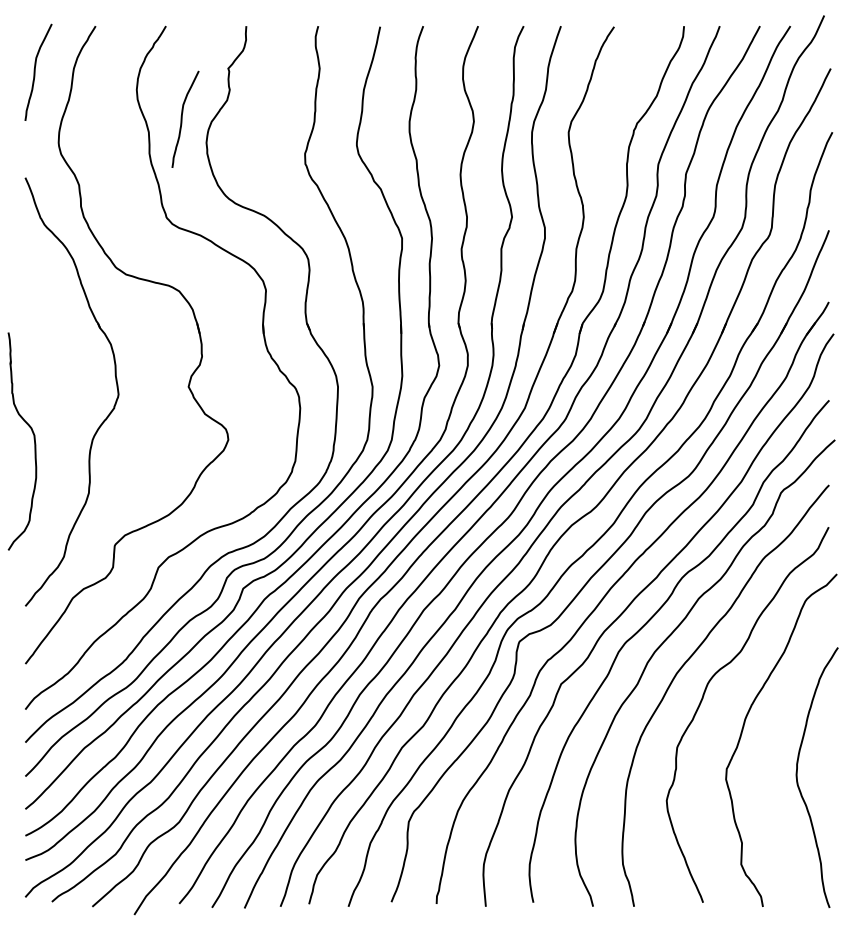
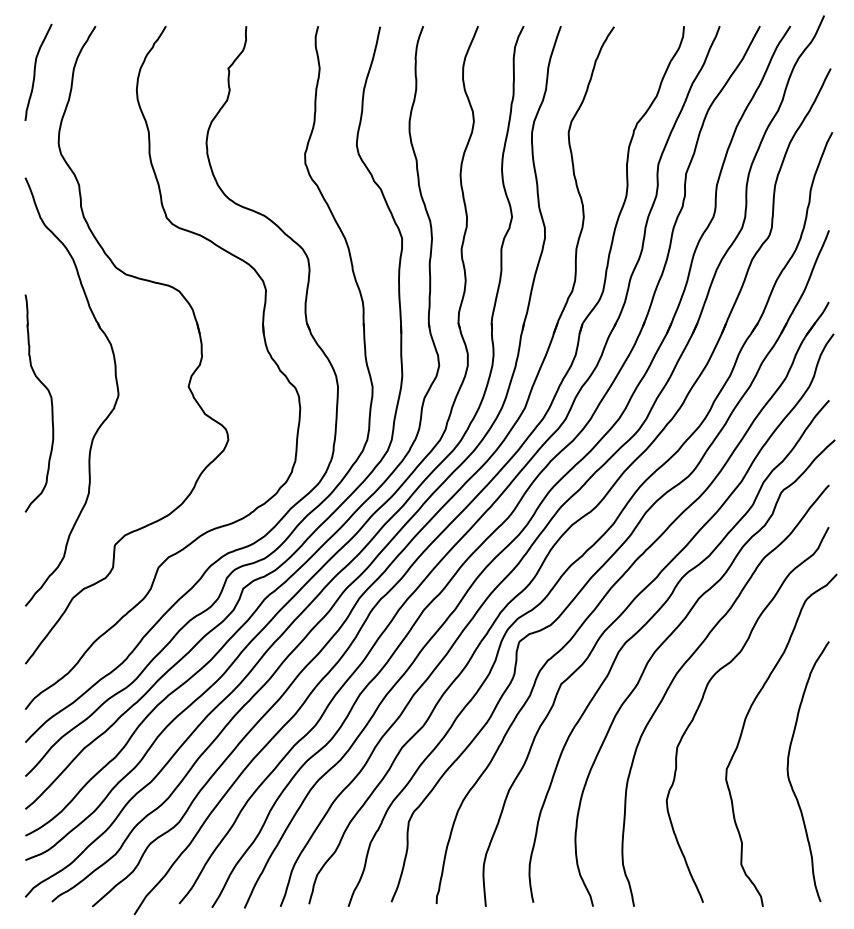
curve at (182, 118): present -> none
part at (33, 439) position: (33, 439) -> (50, 401)
curve at (798, 782) position: (798, 782) -> (789, 776)
